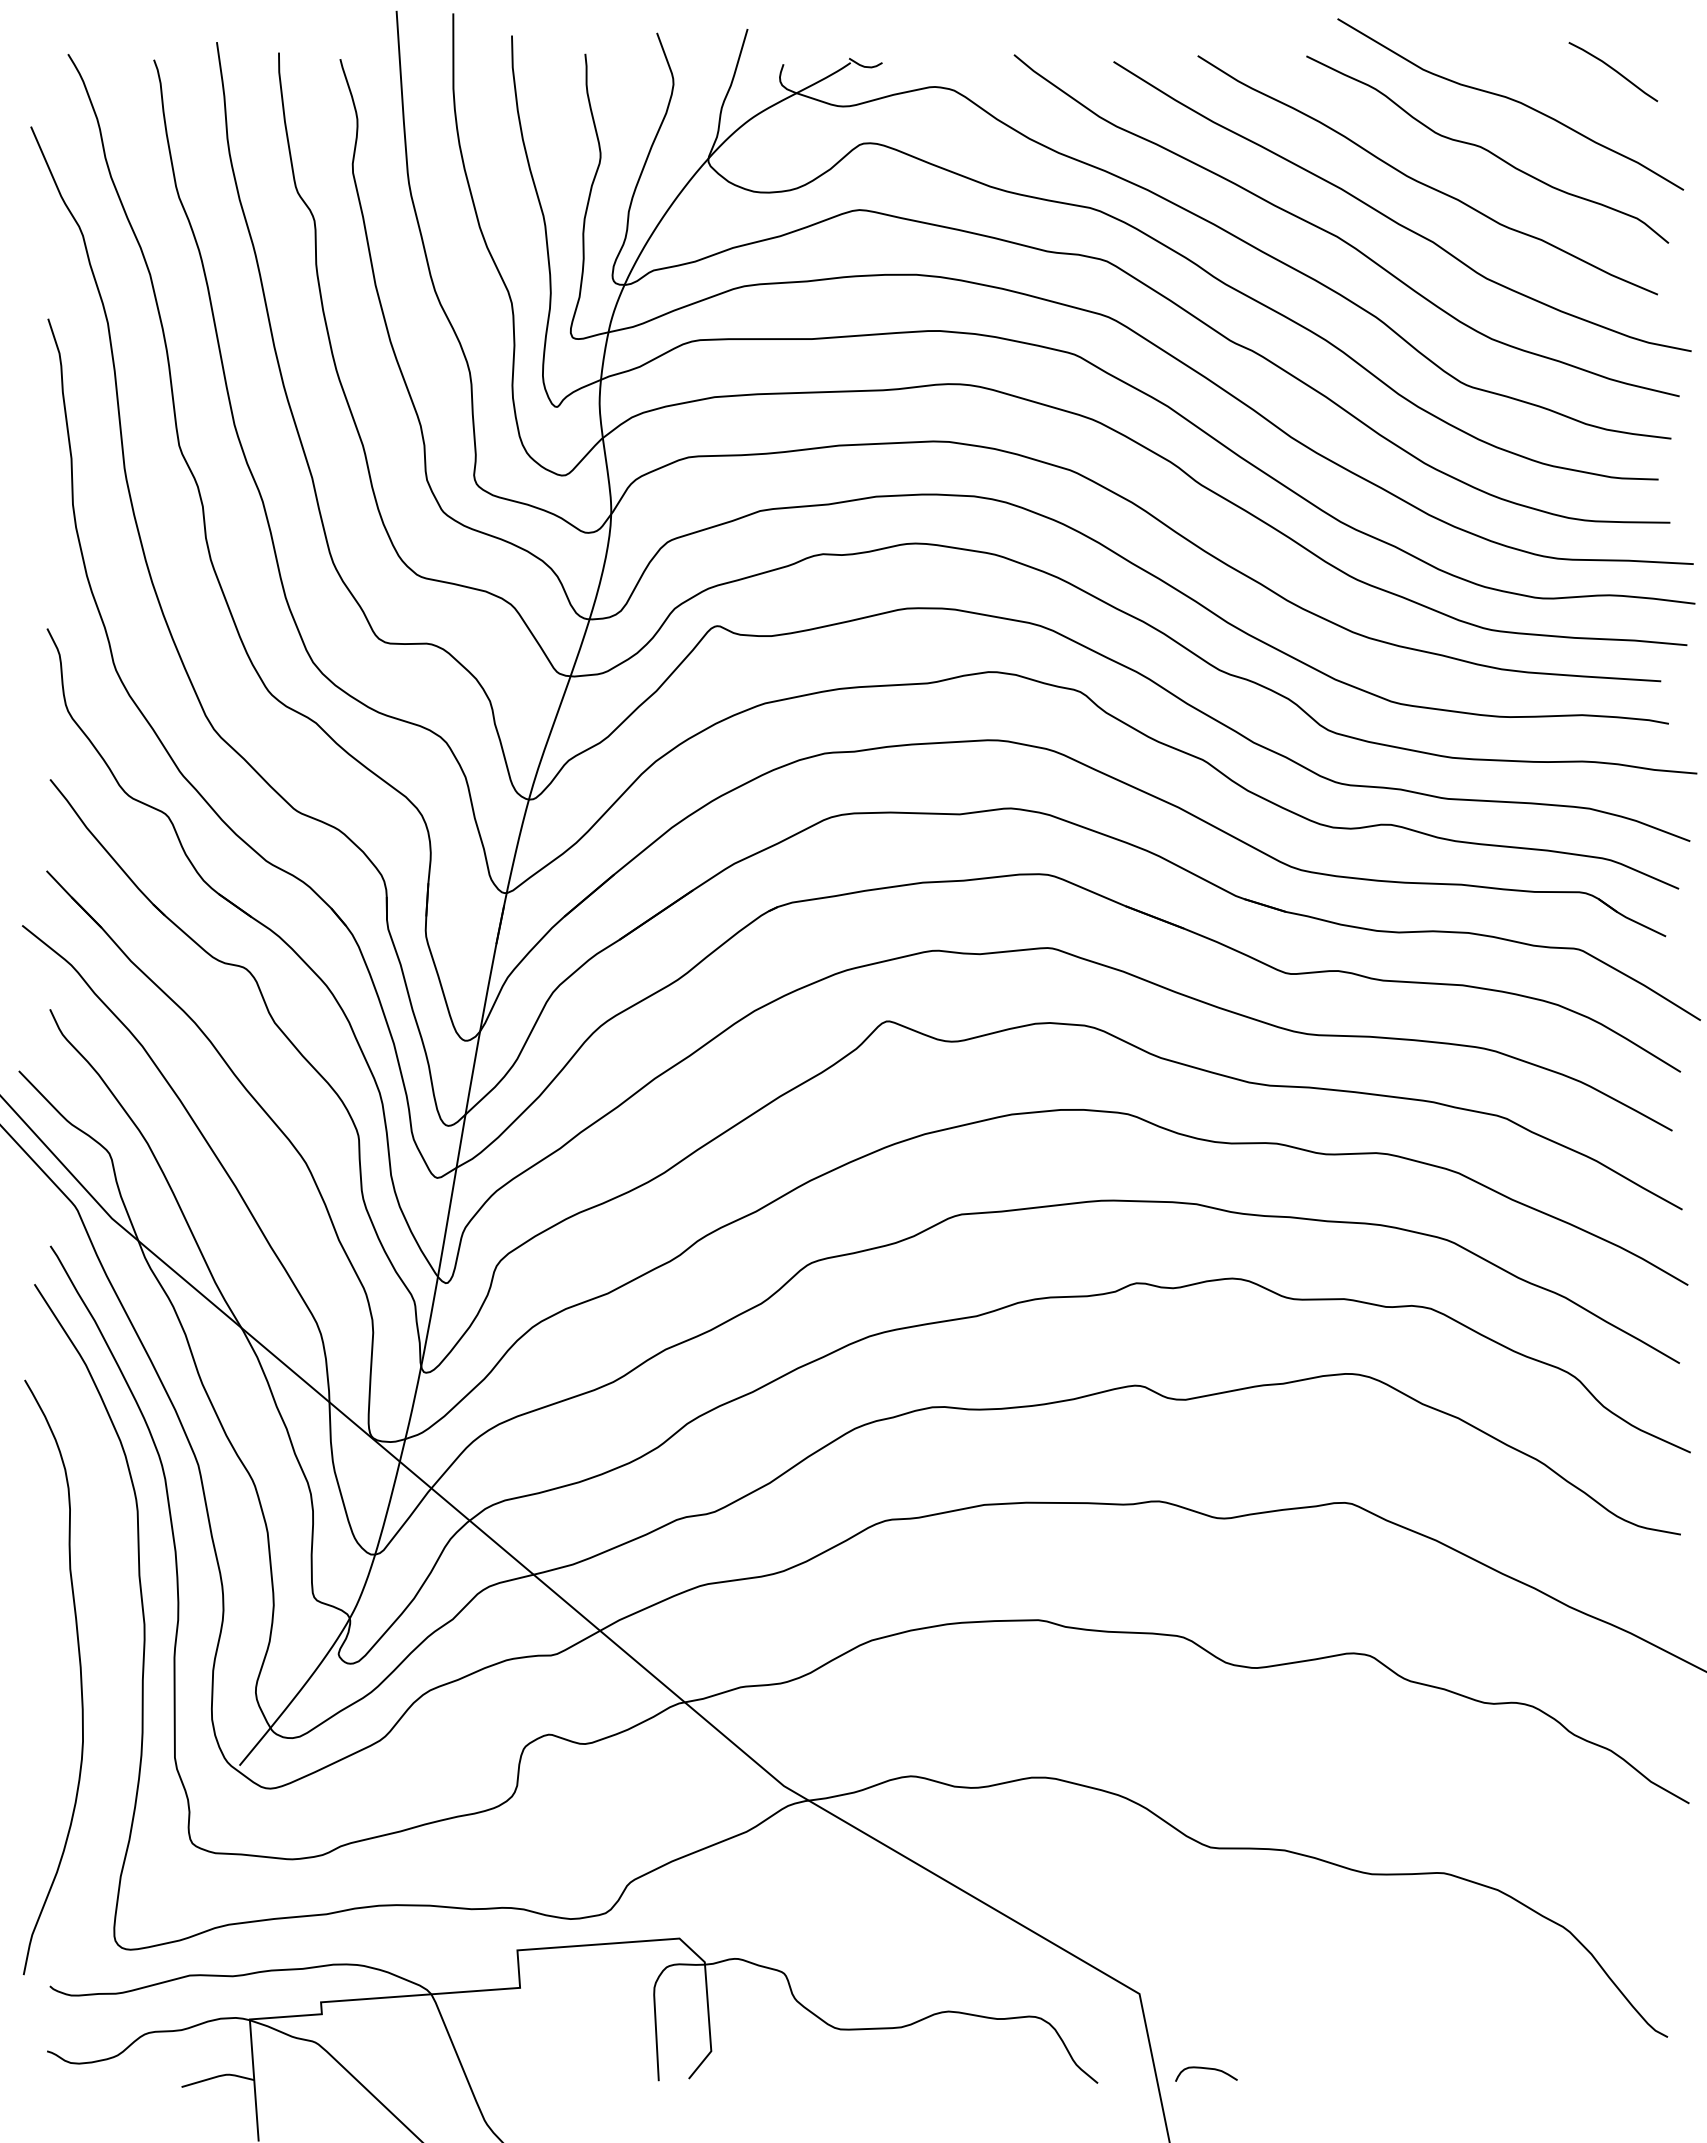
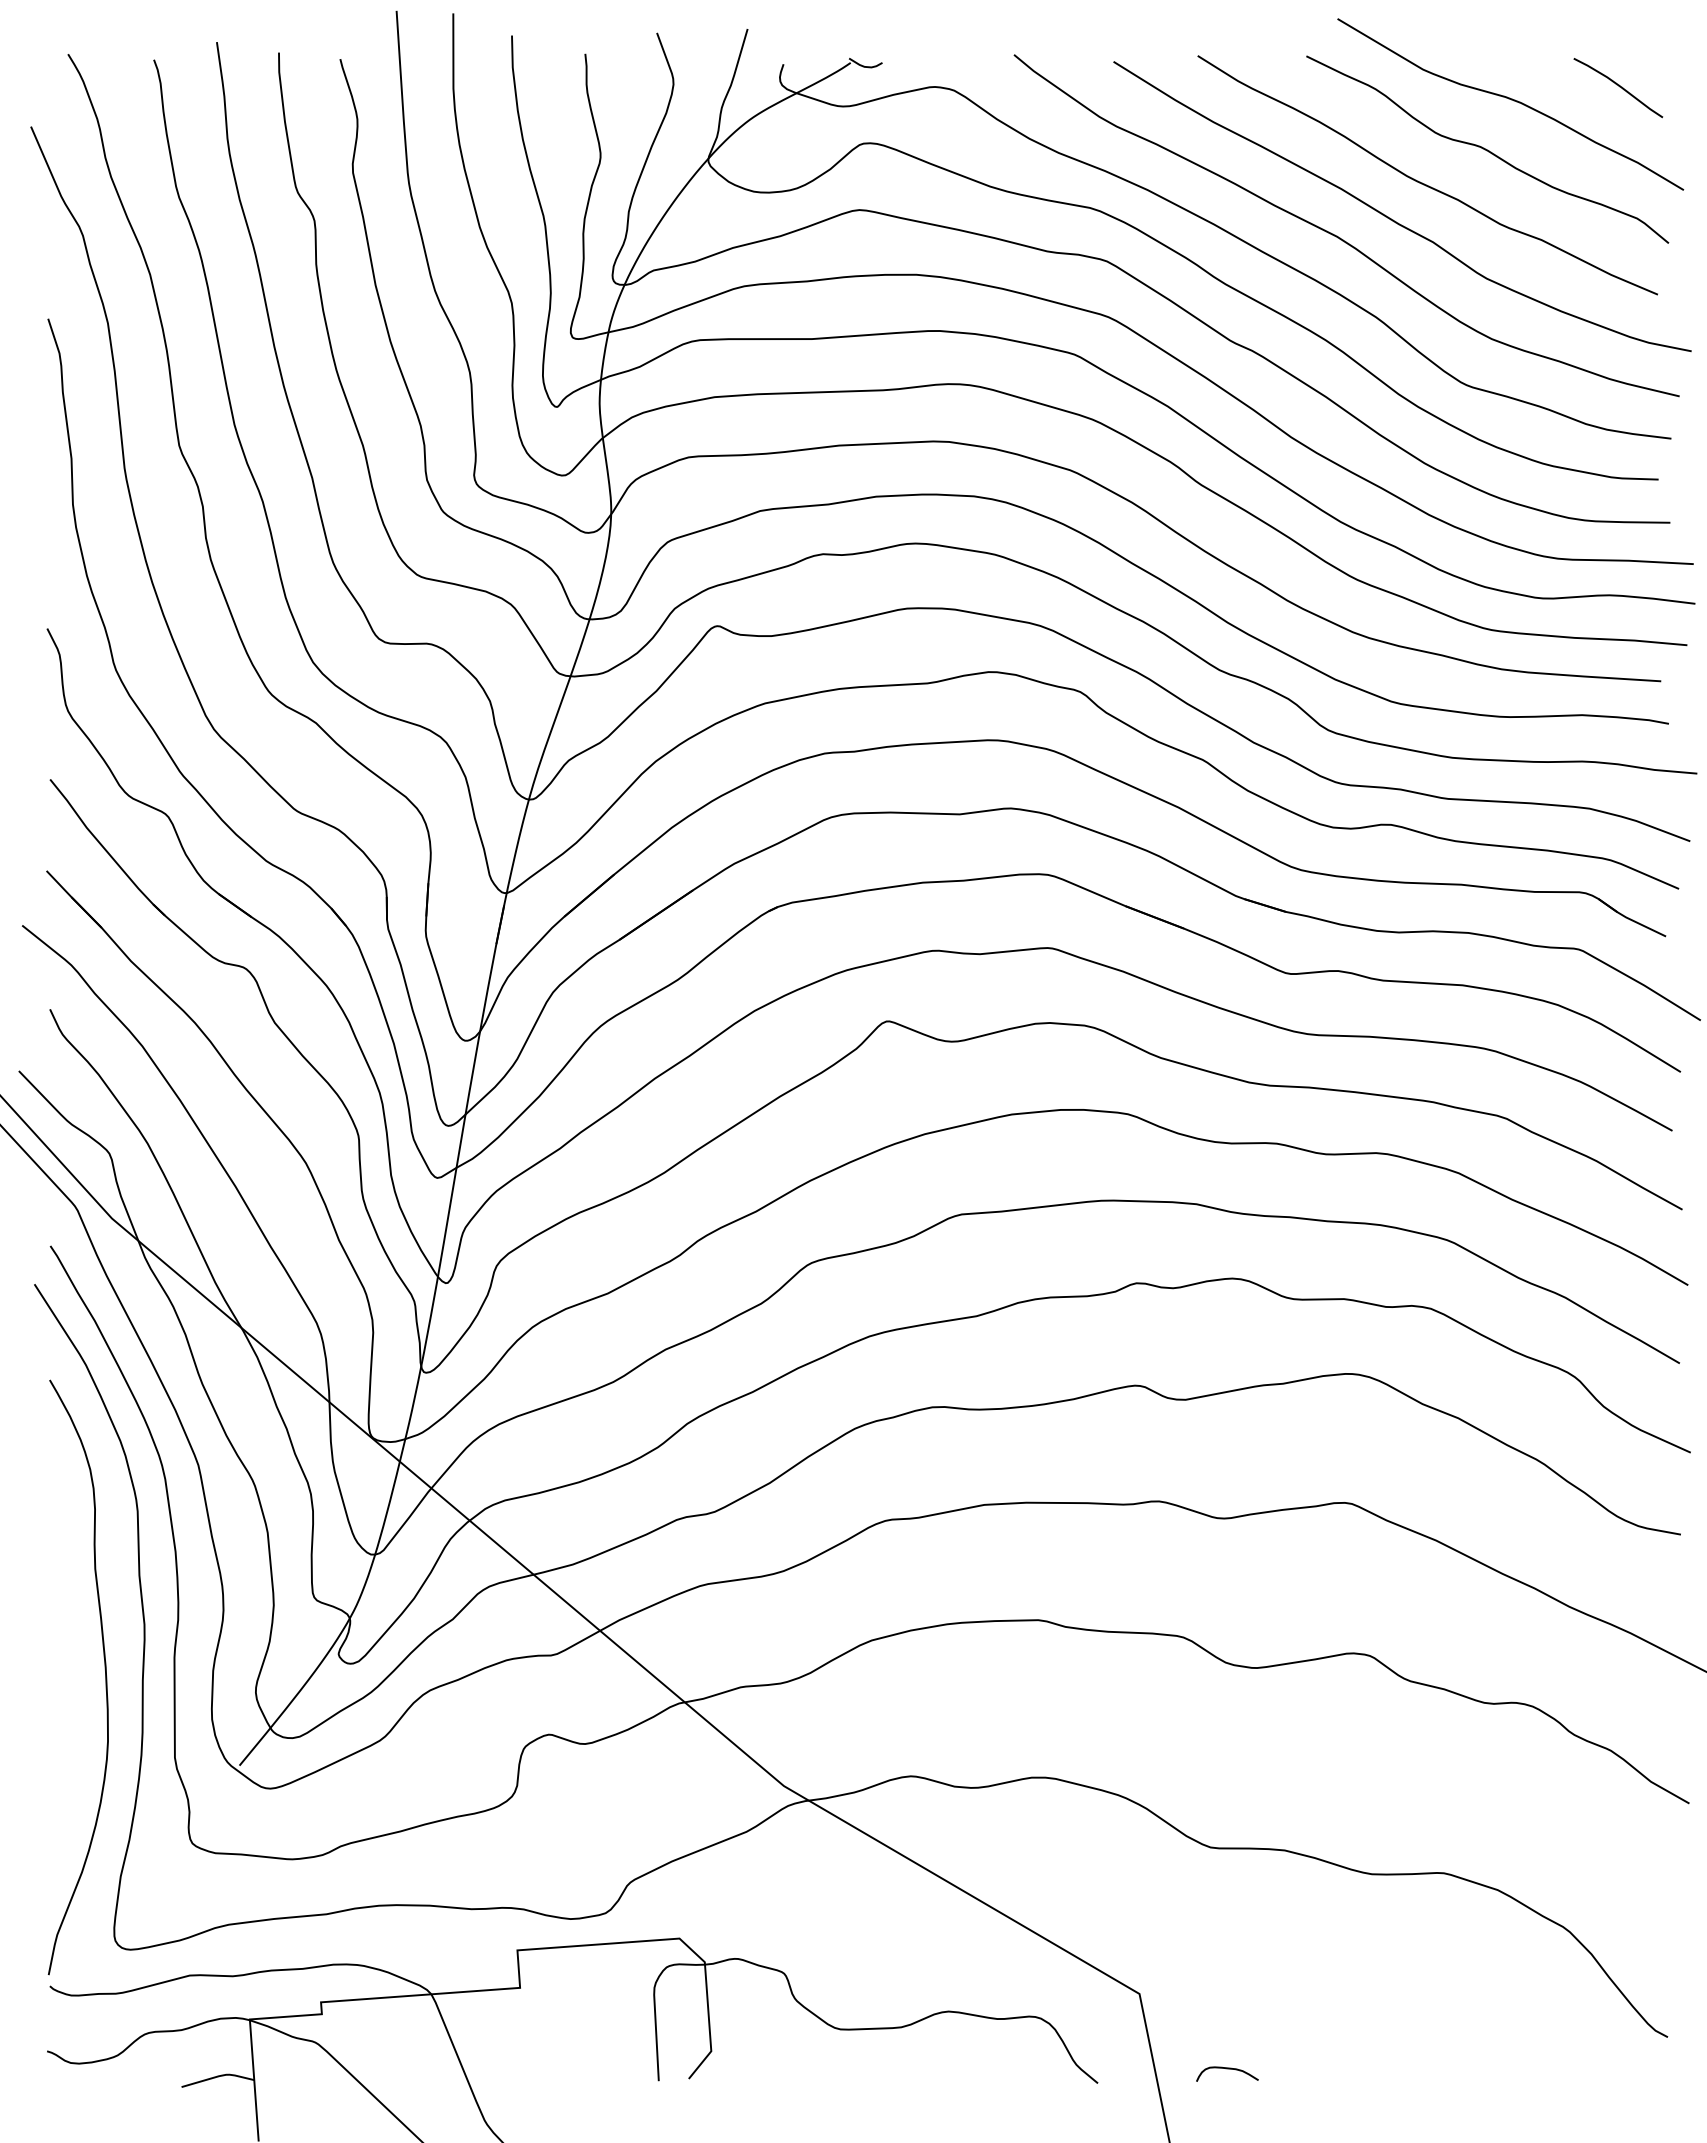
curve at (1614, 71) position: (1614, 71) -> (1619, 87)
curve at (80, 1677) position: (80, 1677) -> (105, 1677)
curve at (1206, 2069) position: (1206, 2069) -> (1227, 2069)
